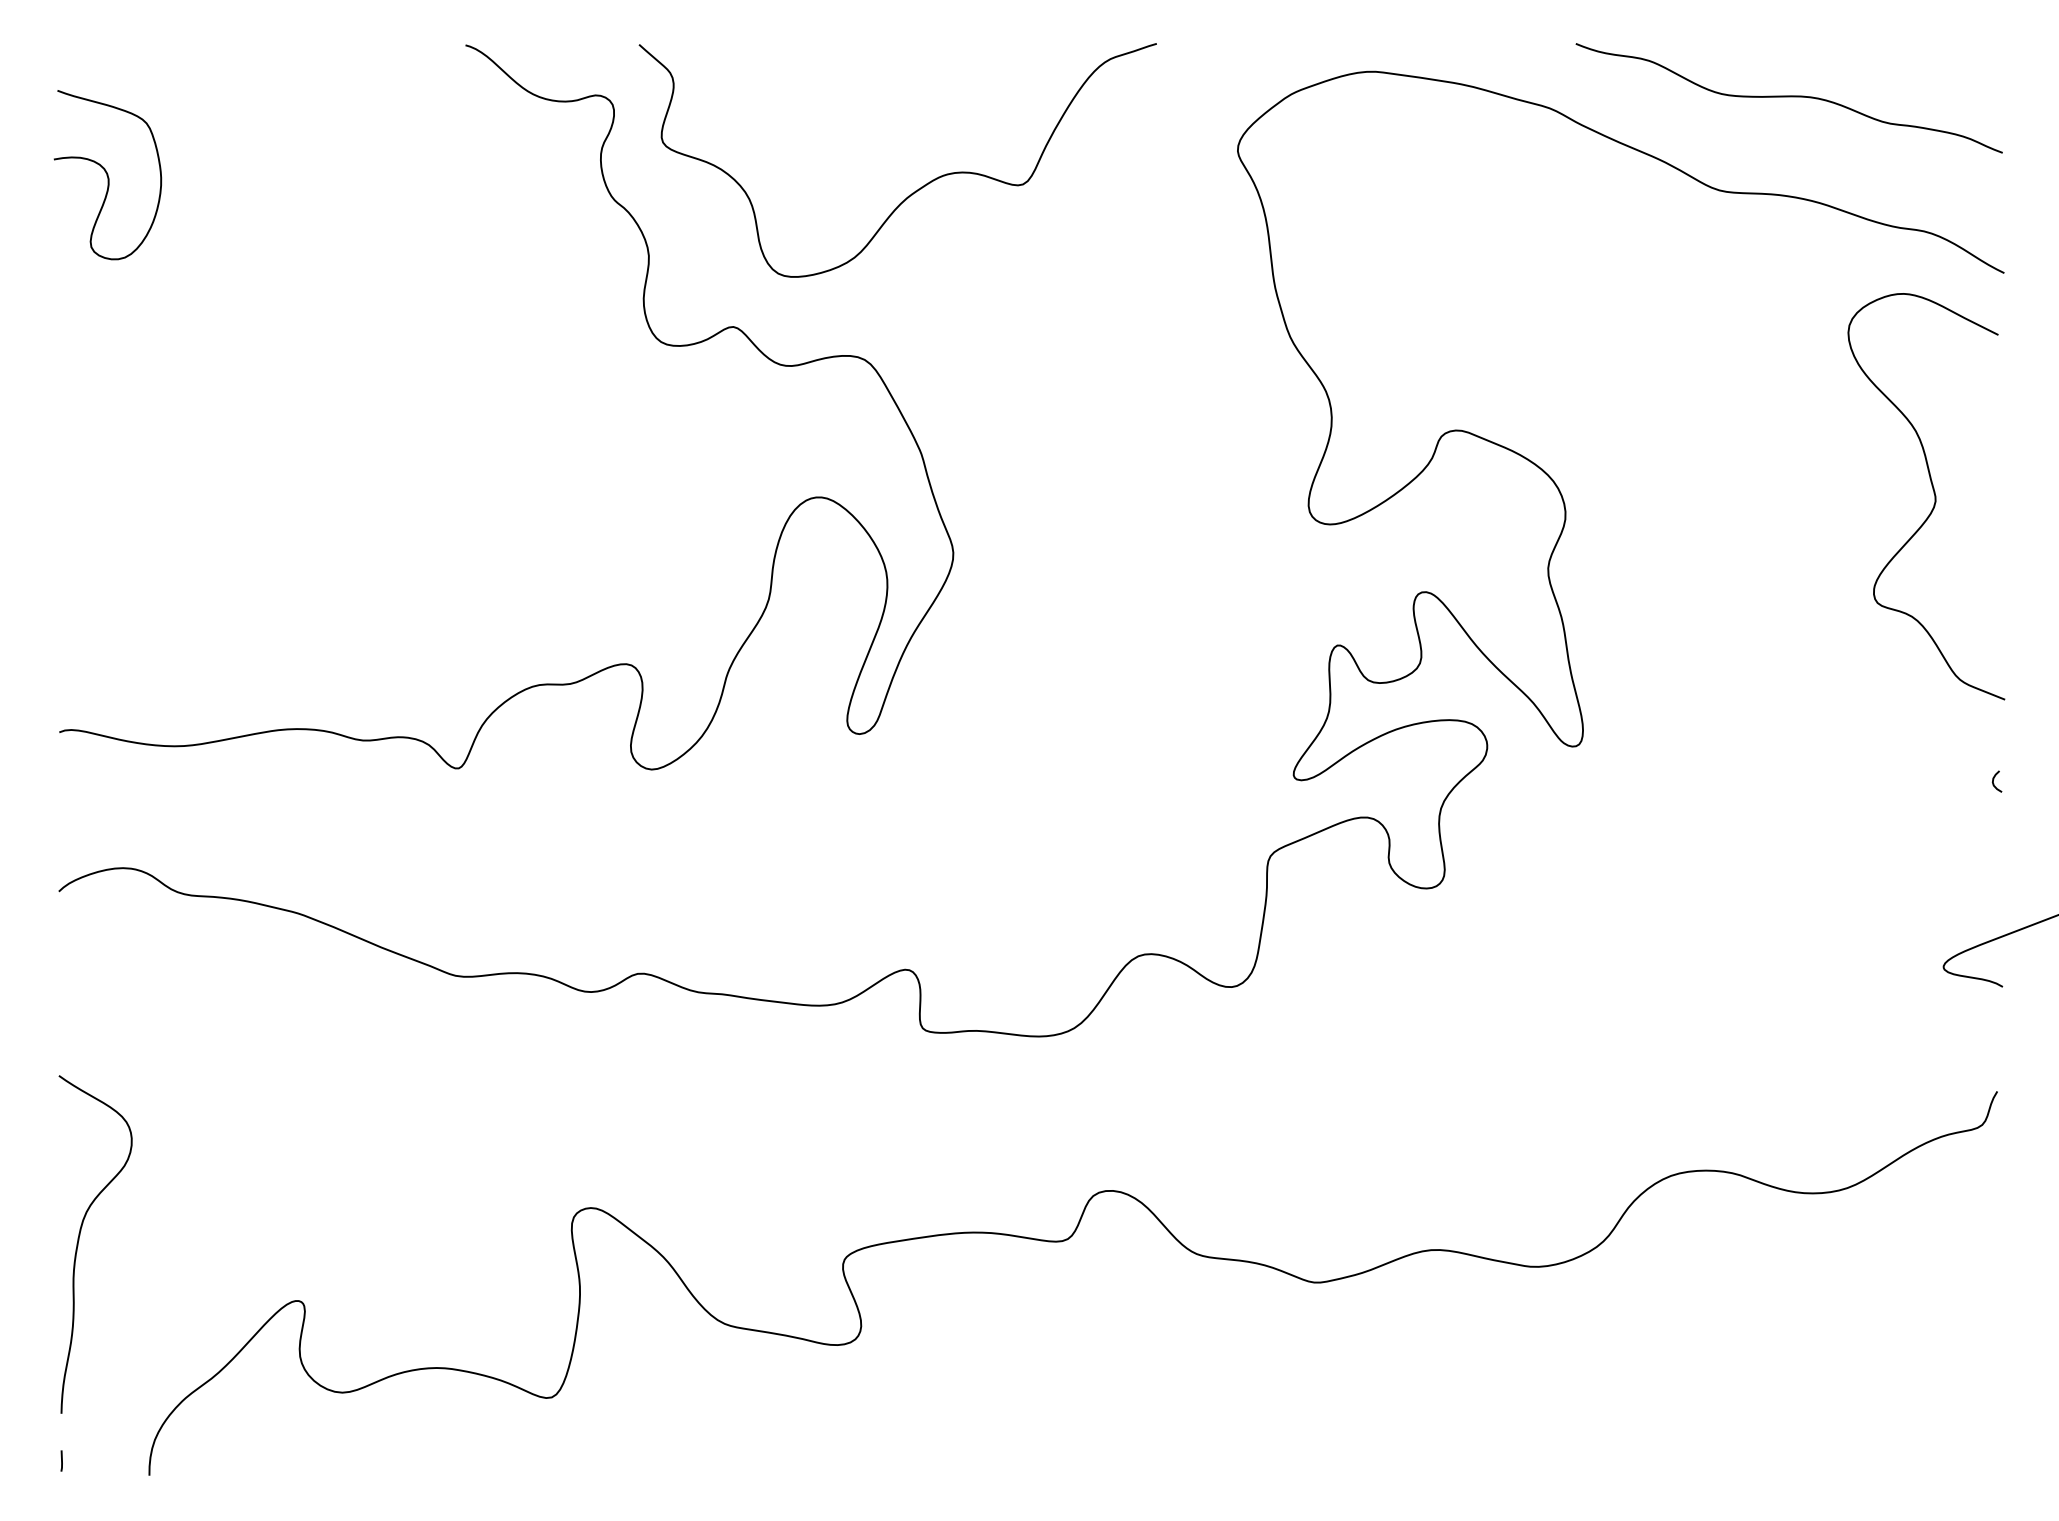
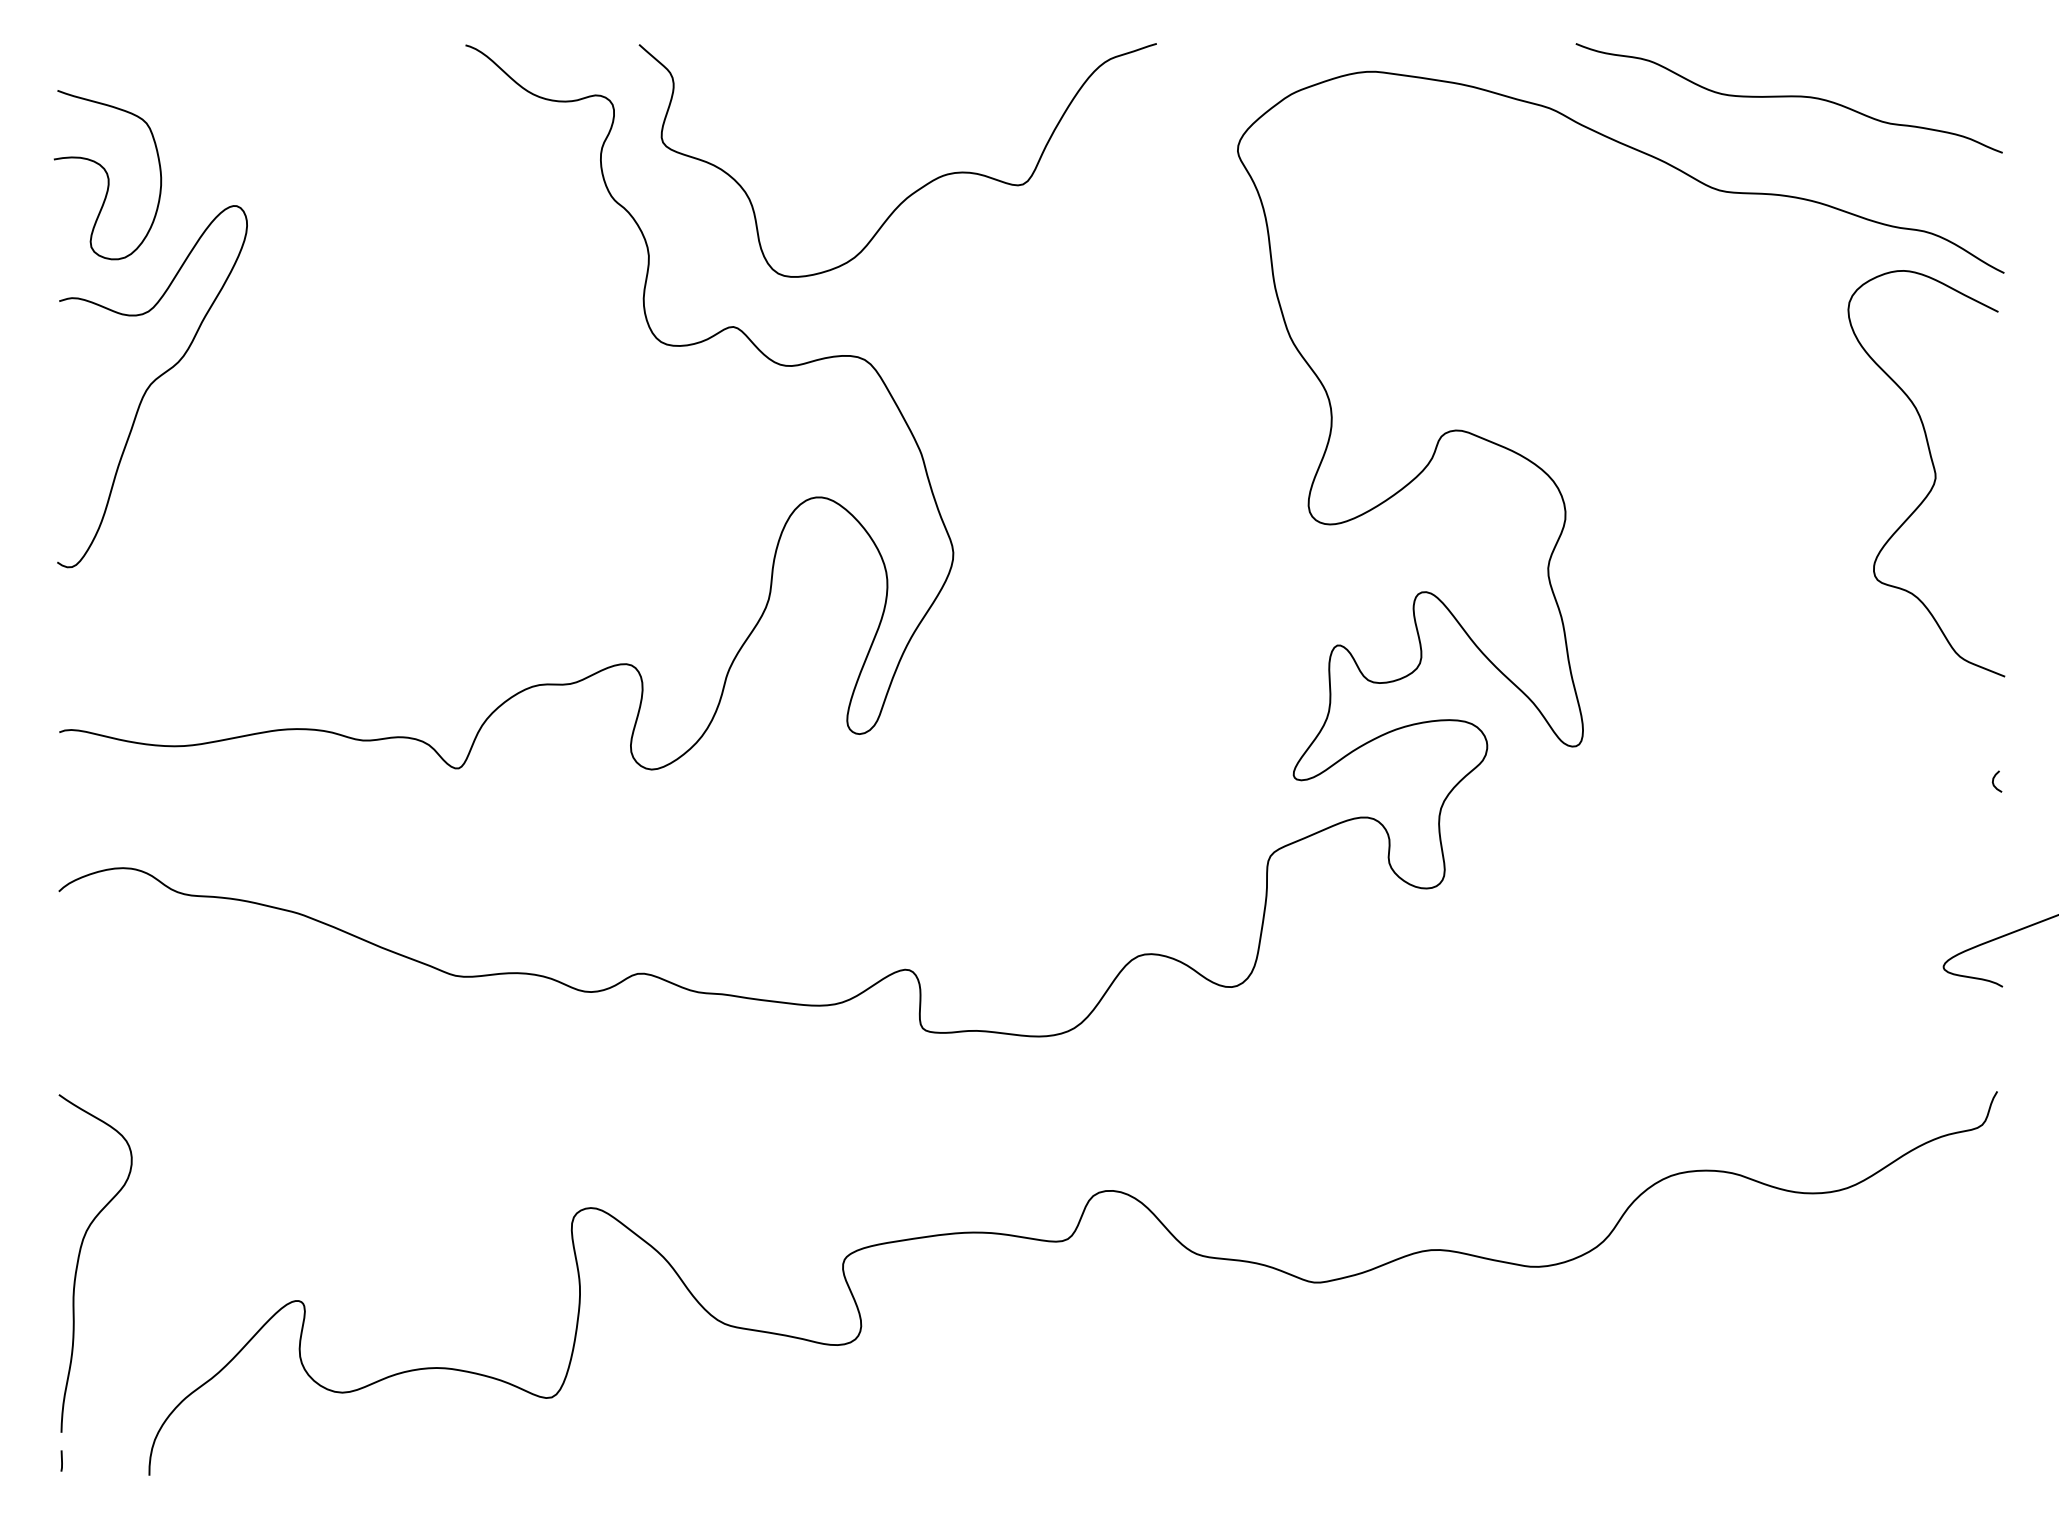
curve at (151, 385): none -> present
curve at (1933, 493) position: (1933, 493) -> (1933, 470)
curve at (79, 1240) position: (79, 1240) -> (79, 1259)
